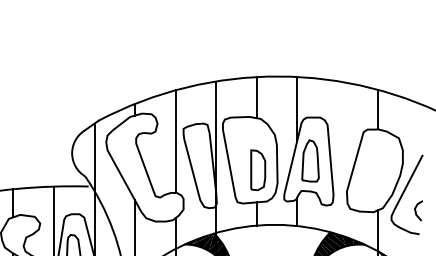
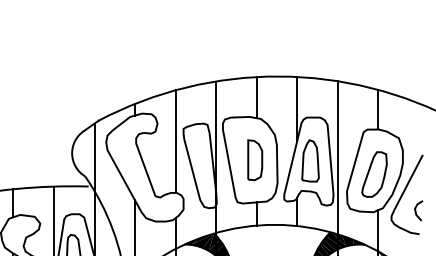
line at (337, 166): none -> present
part at (258, 170) position: (258, 170) -> (255, 160)
part at (374, 174): none -> present
